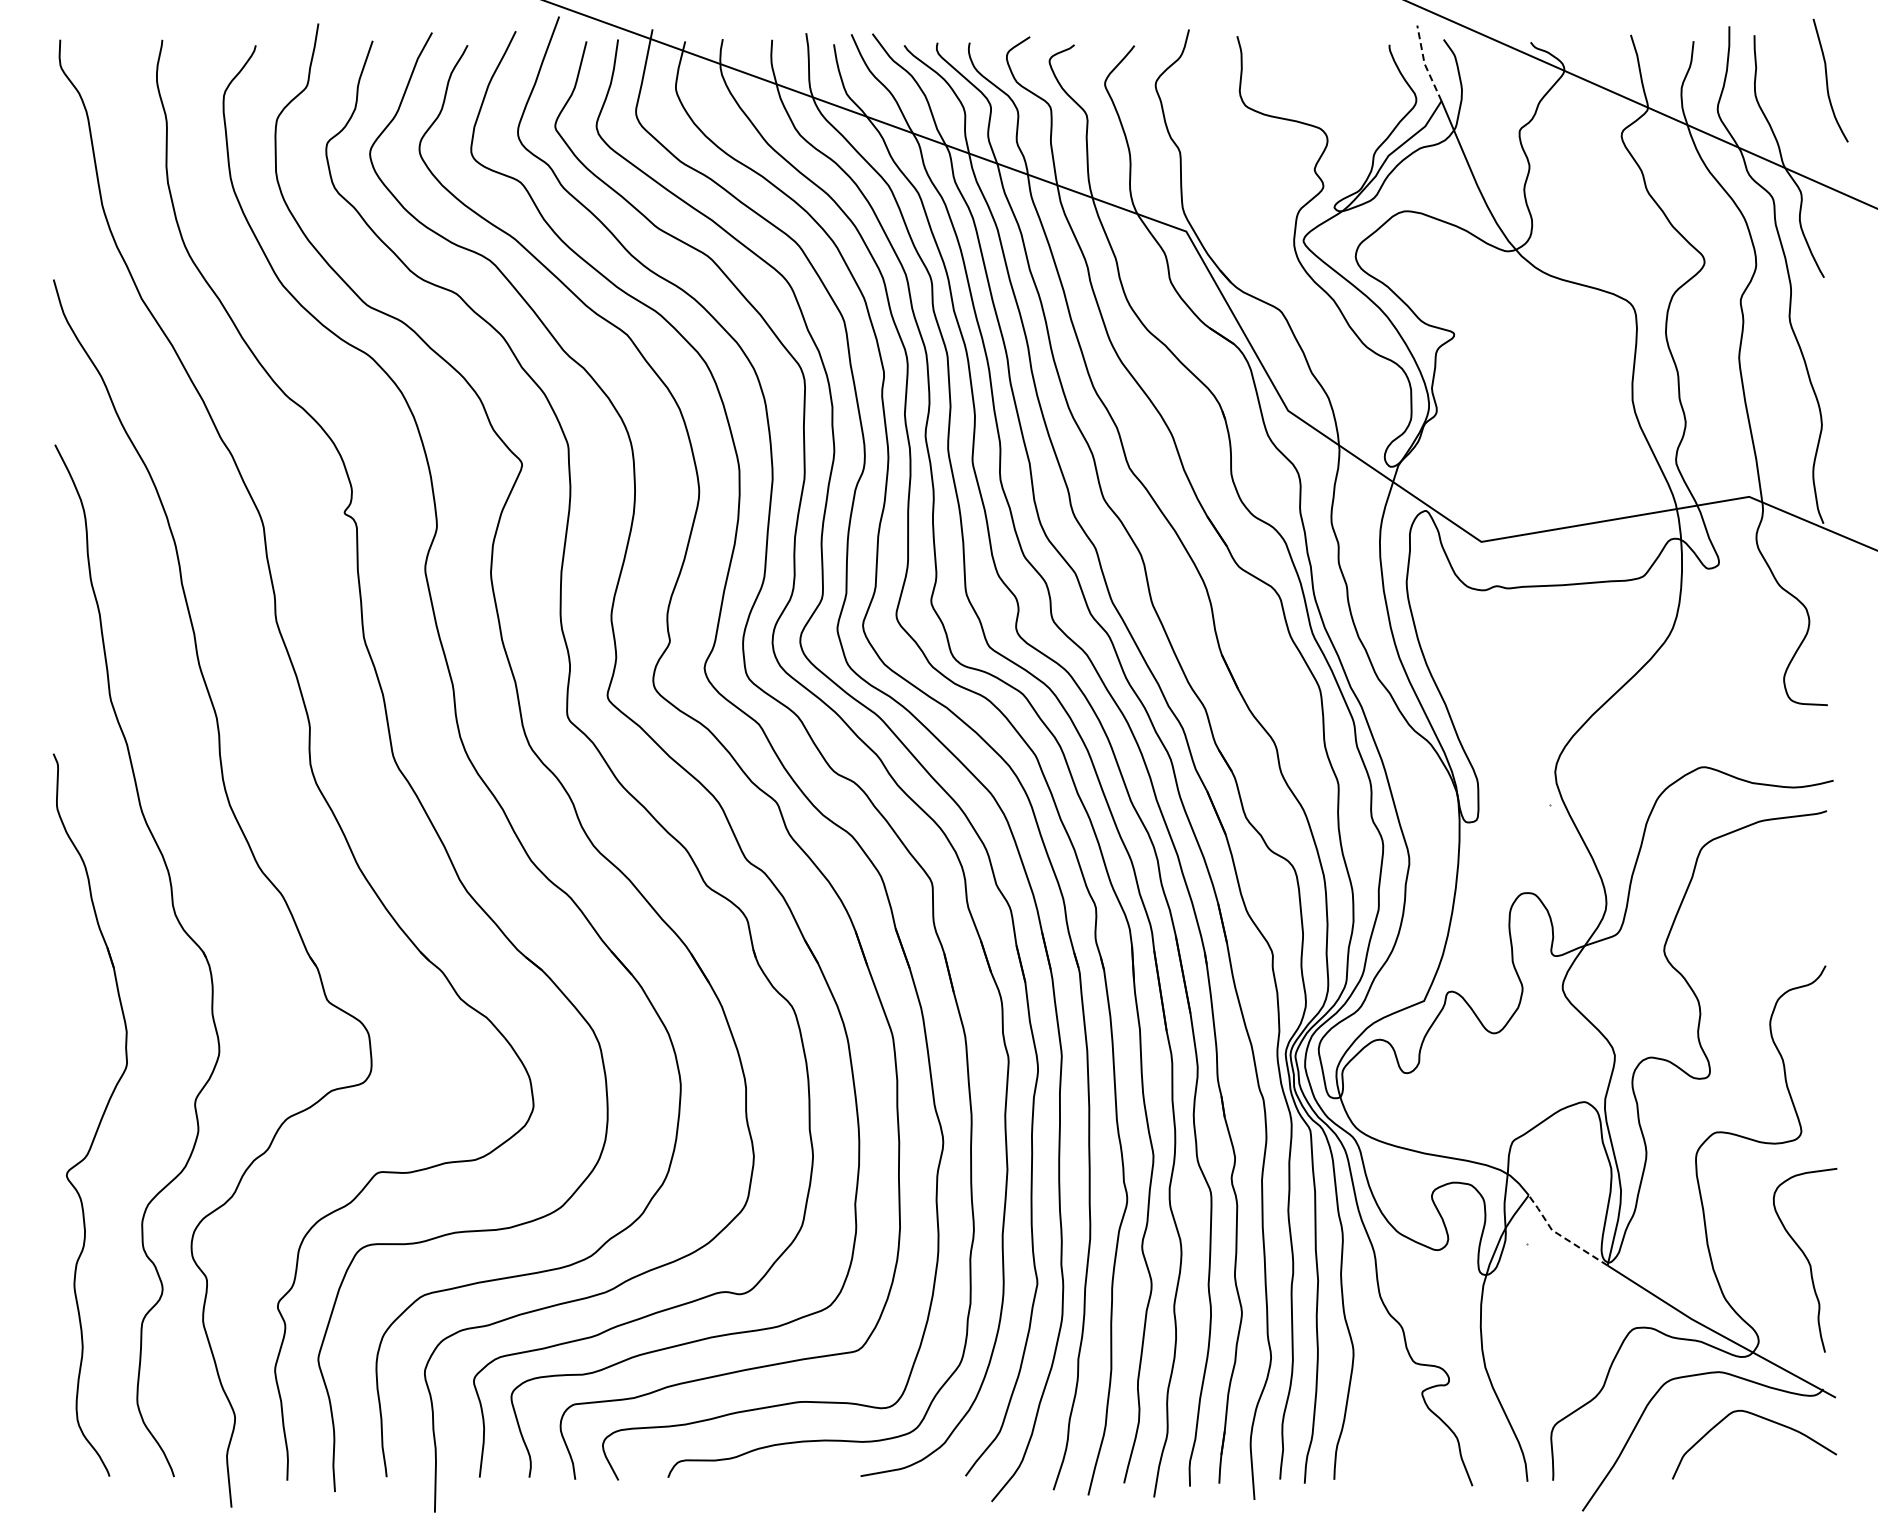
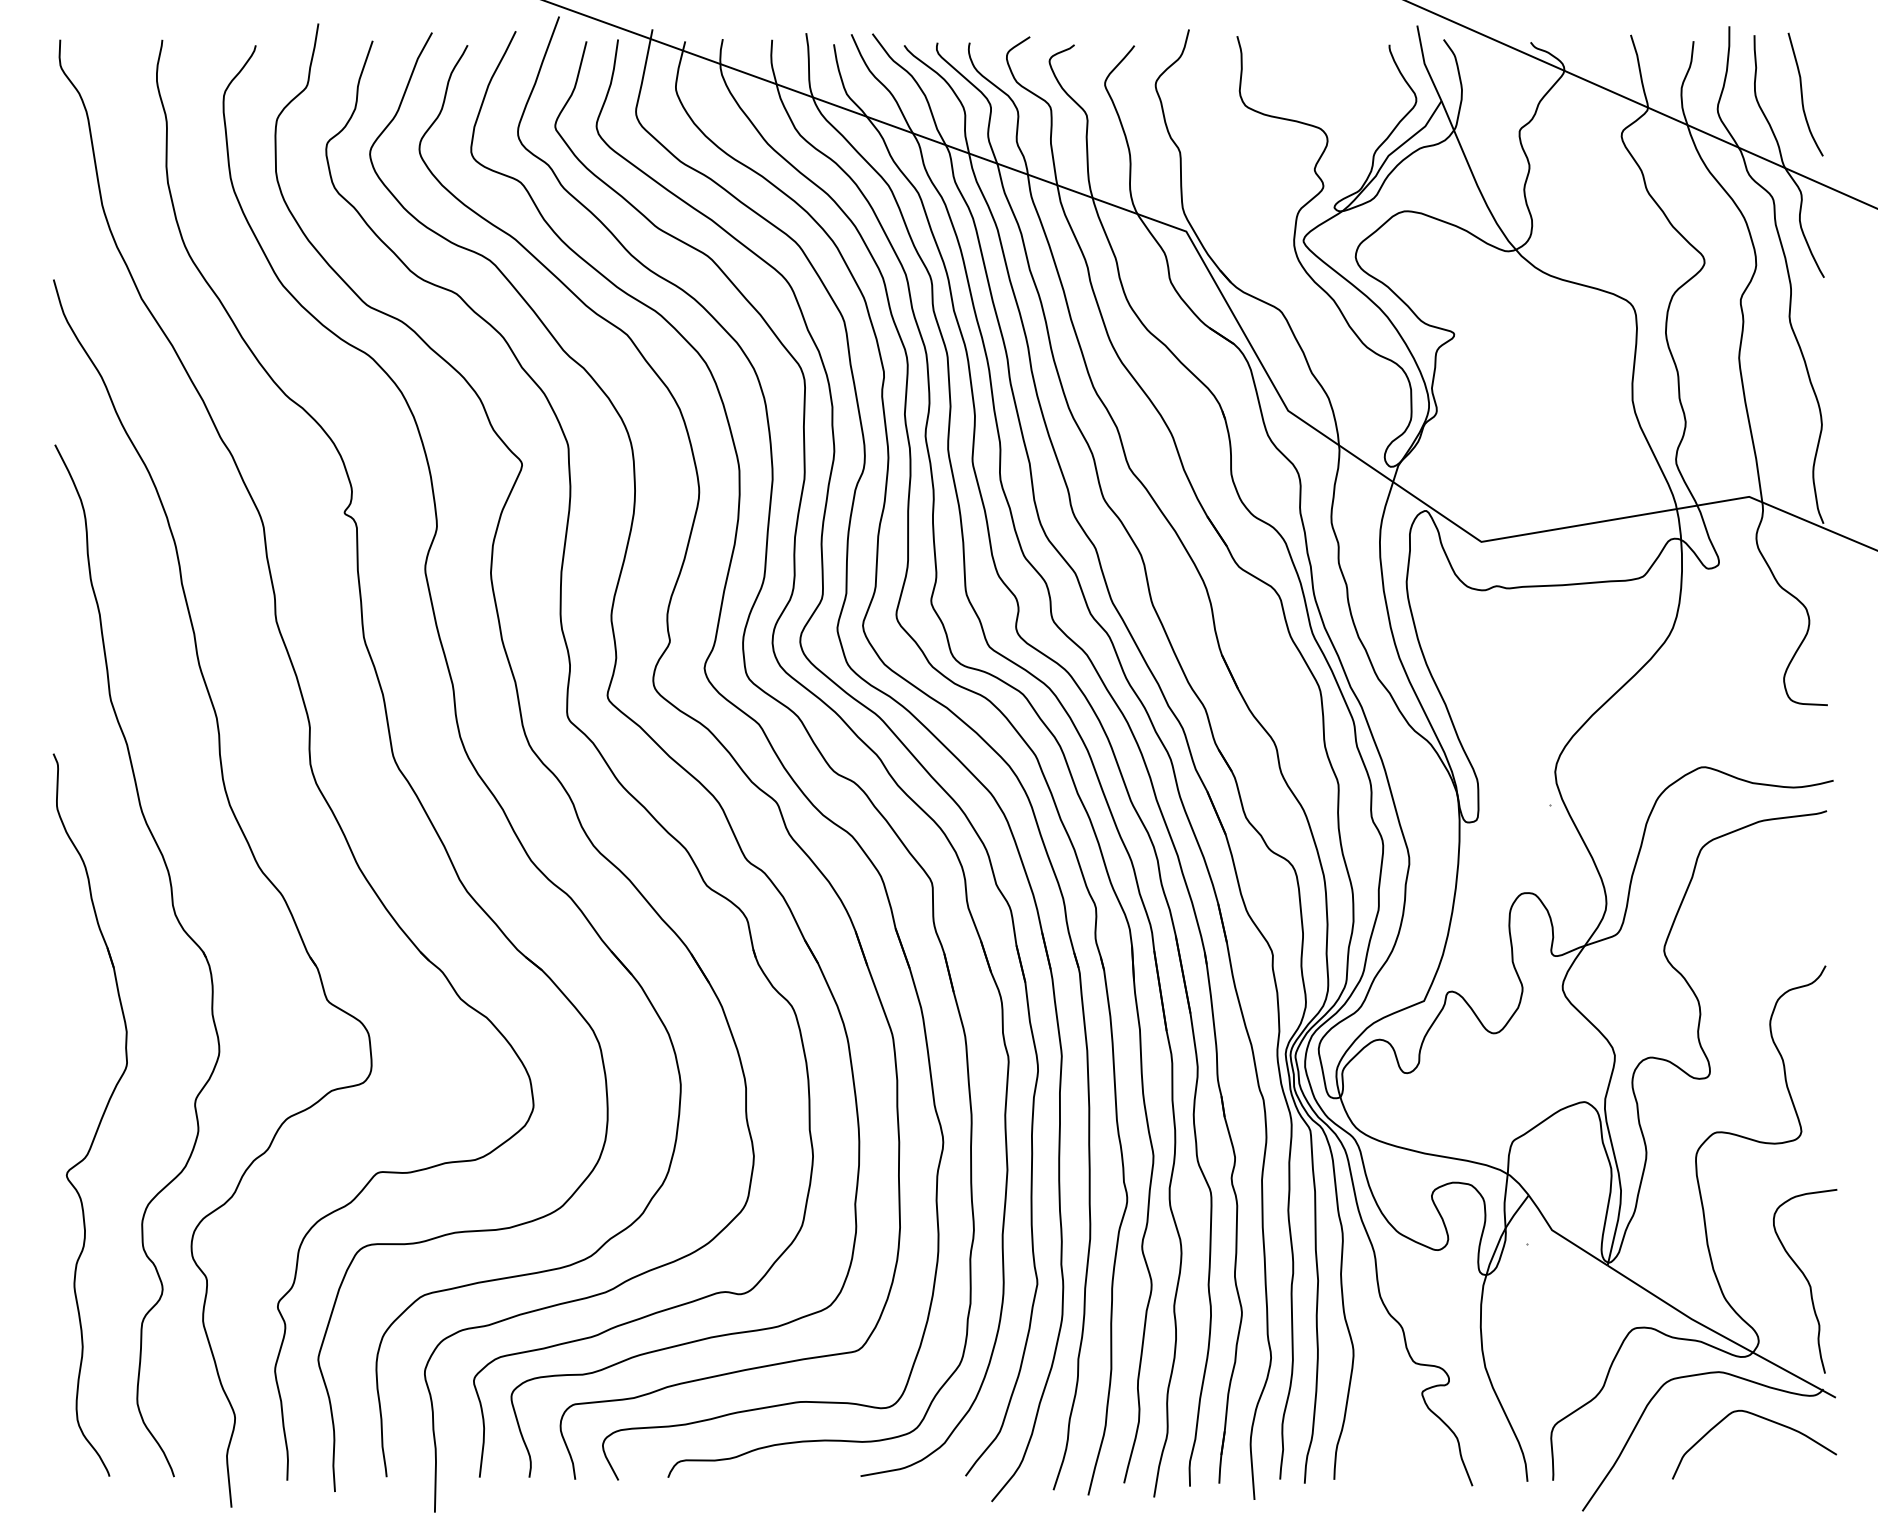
line at (1424, 64): dashed -> solid
curve at (1827, 80) position: (1827, 80) -> (1802, 94)
line at (1560, 1235): dashed -> solid
curve at (1806, 1259) position: (1806, 1259) -> (1806, 1280)
